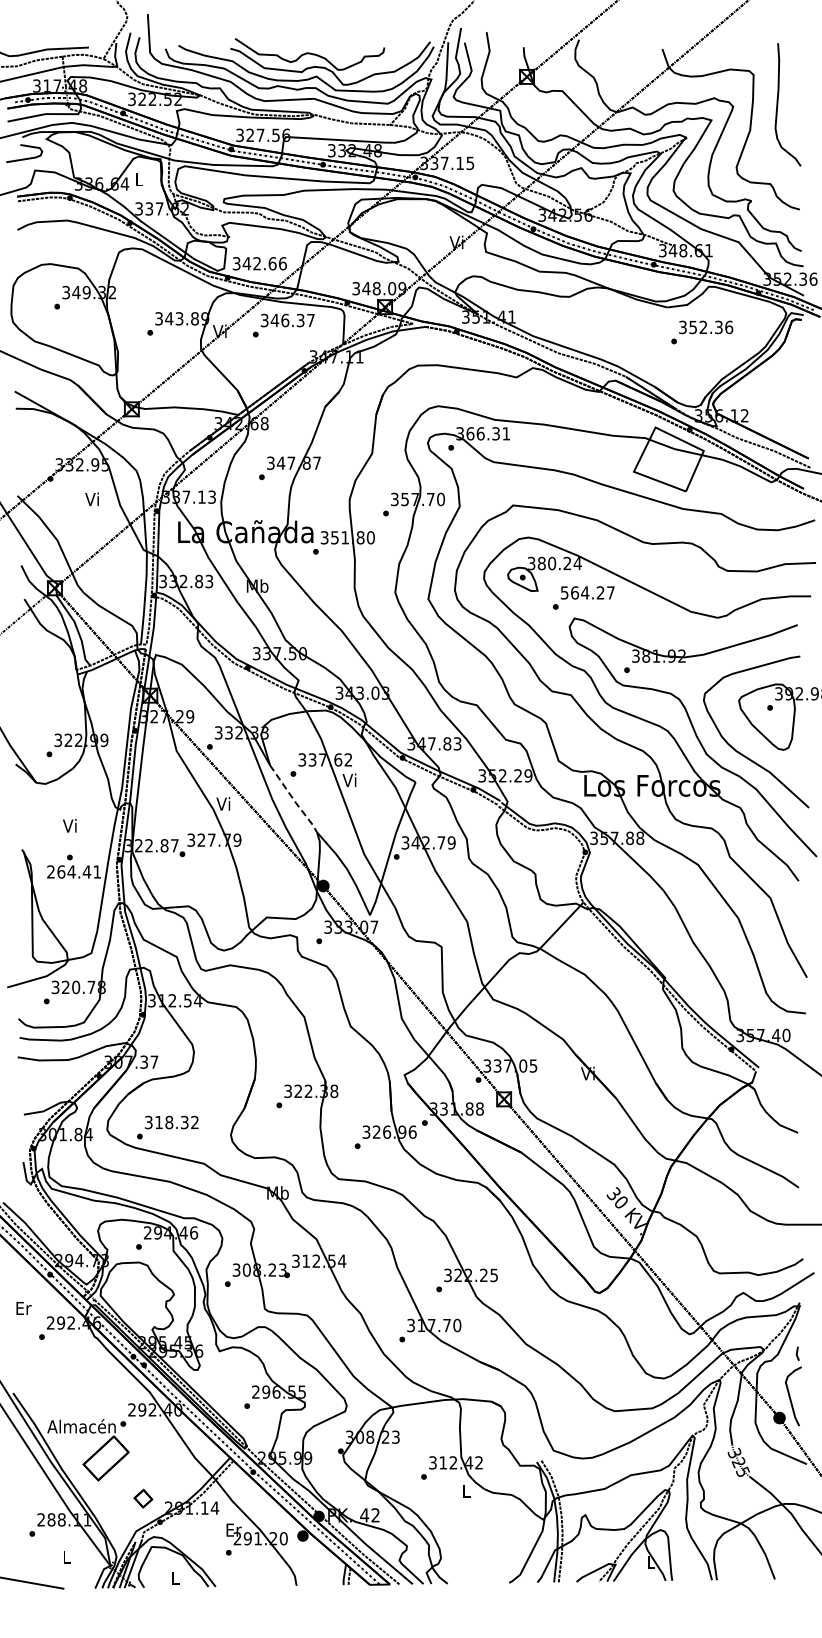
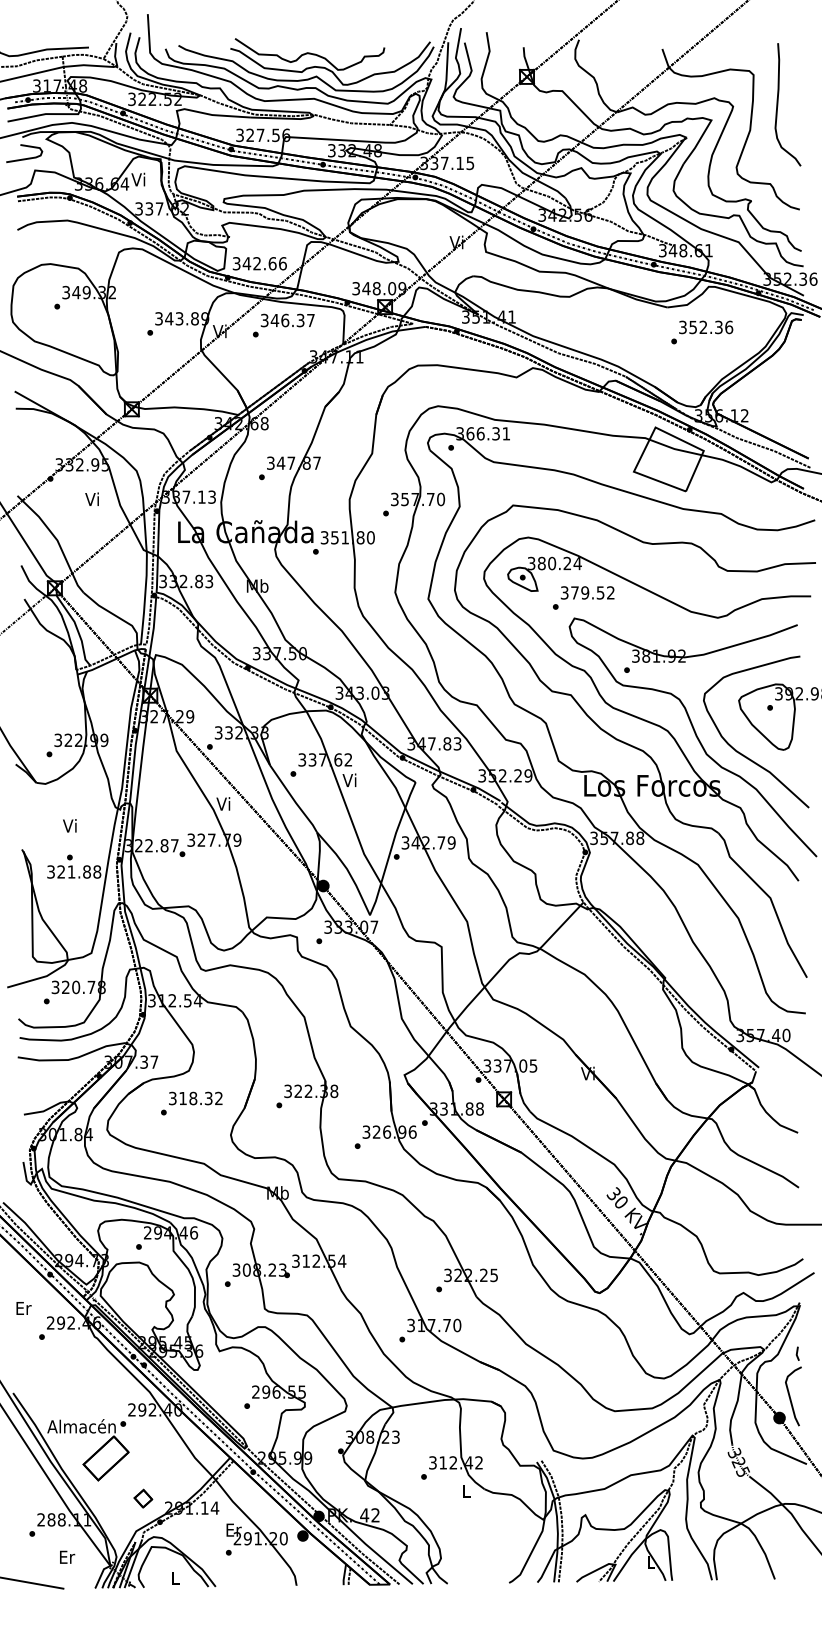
text at (138, 179): L -> Vi
text at (587, 592): 564.27 -> 379.52
line at (294, 800): dashed -> solid
text at (74, 871): 264.41 -> 321.88
text at (167, 1127) position: (167, 1127) -> (191, 1103)
text at (67, 1556): L -> Er
